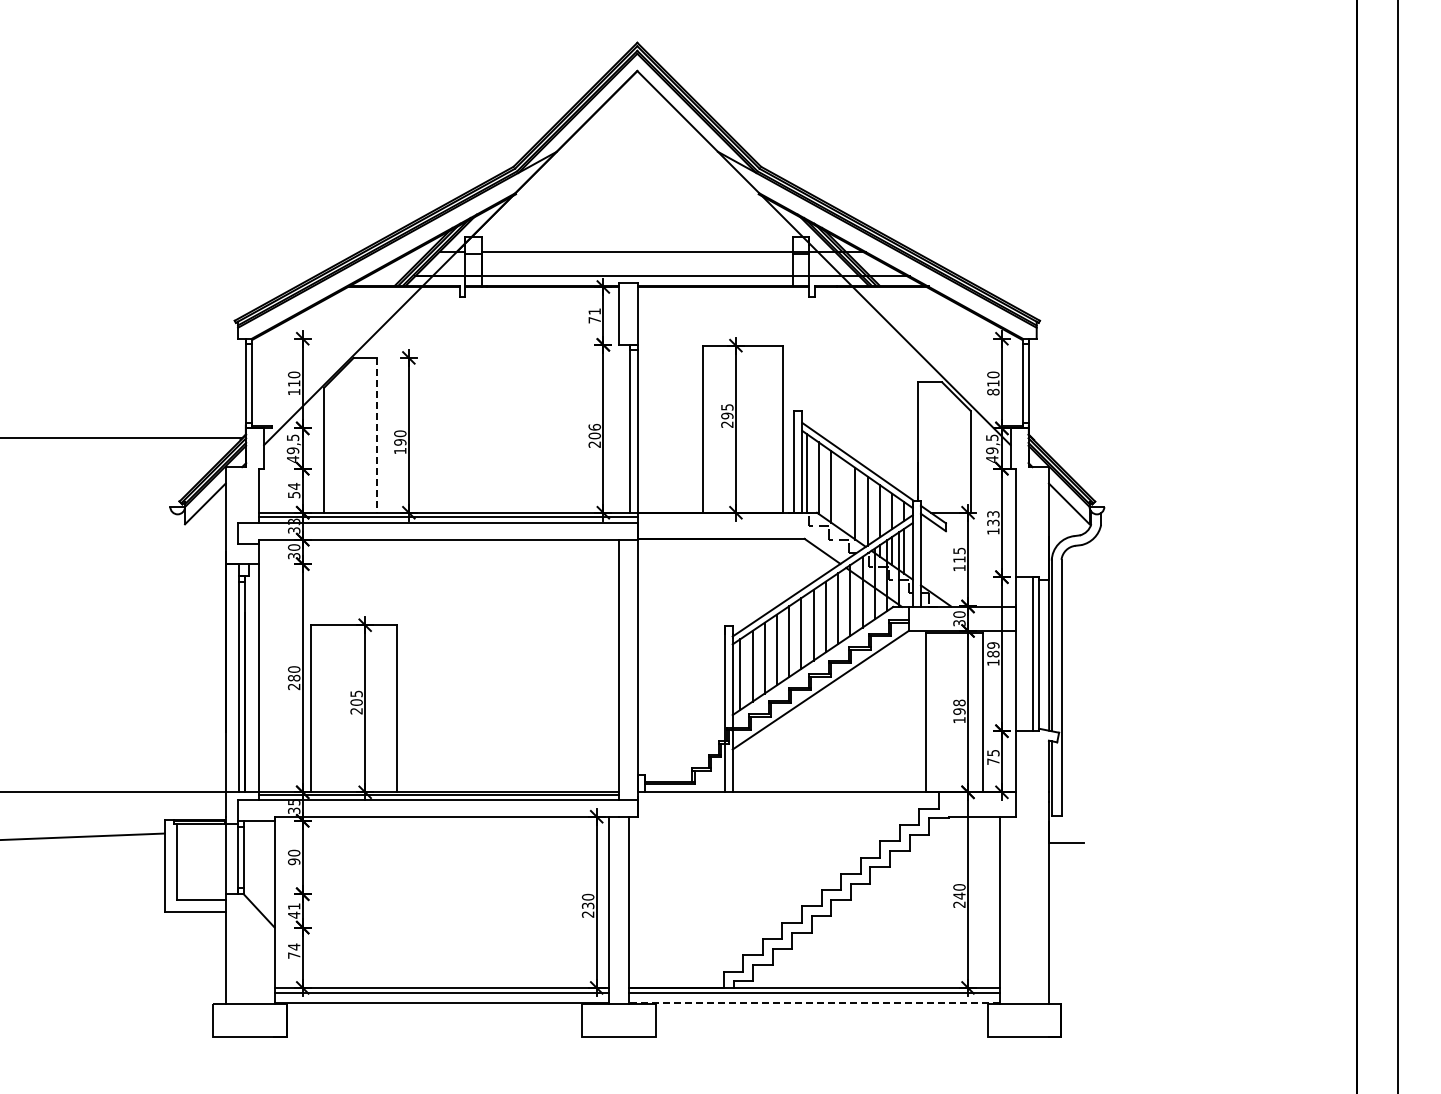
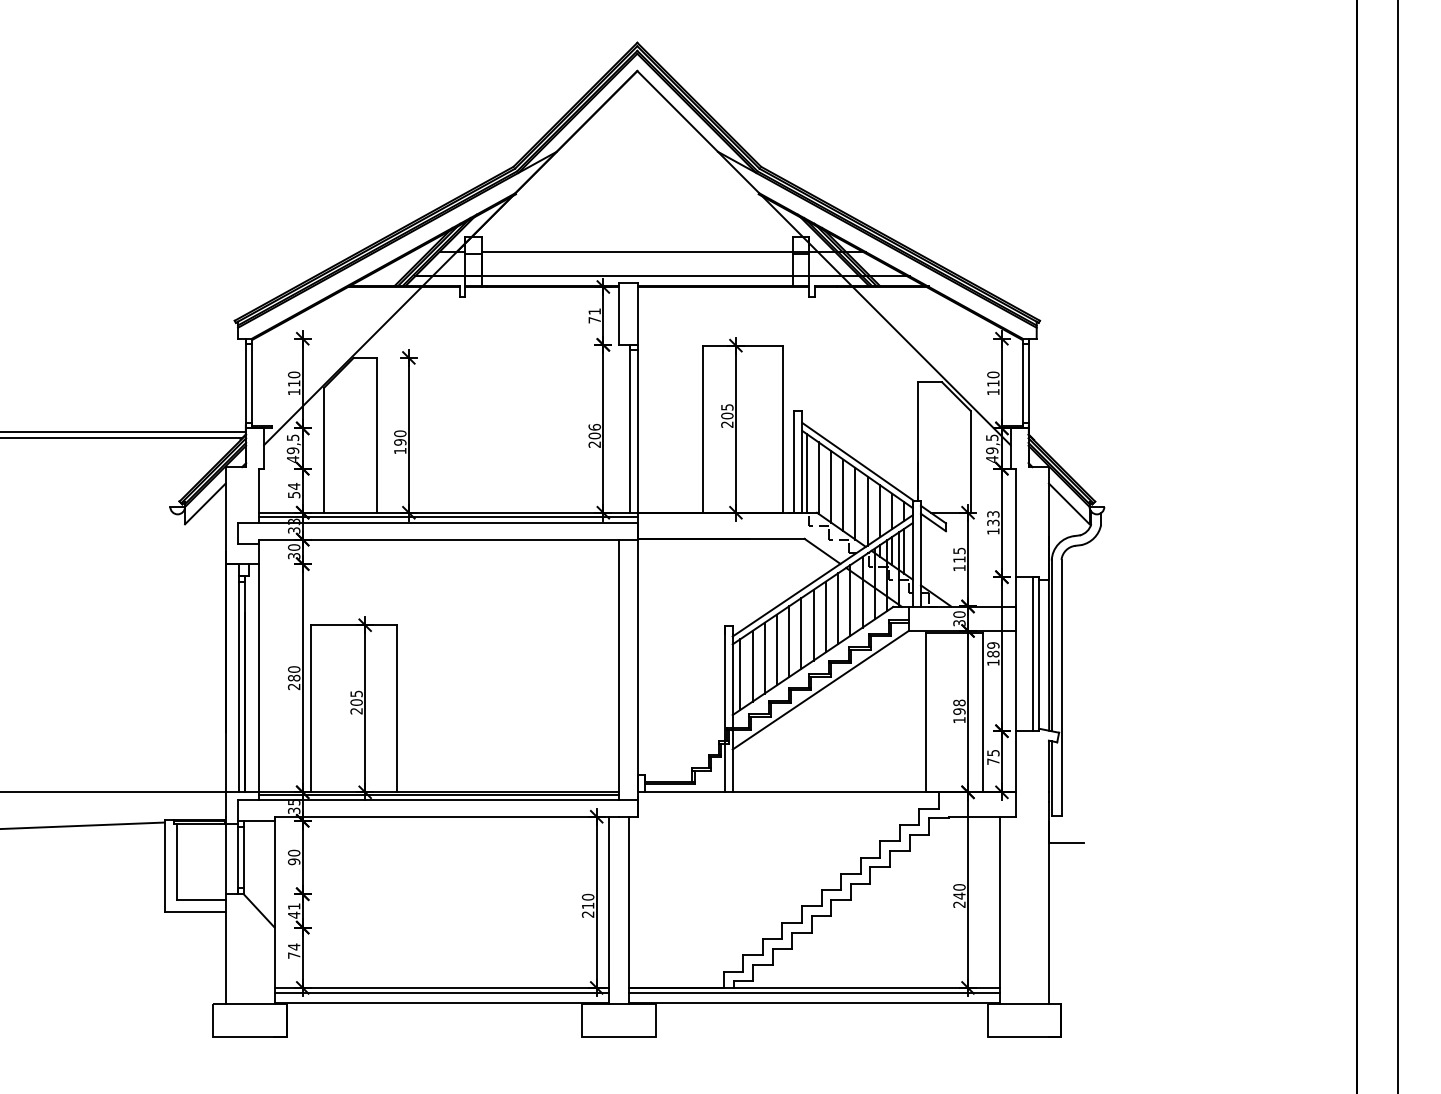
text at (993, 391): 810 -> 110
text at (727, 415): 295 -> 205
line at (123, 431): none -> present
line at (377, 435): dashed -> solid
line at (843, 495): none -> present
line at (83, 836) position: (83, 836) -> (83, 825)
text at (587, 905): 230 -> 210
line at (814, 1002): dashed -> solid
